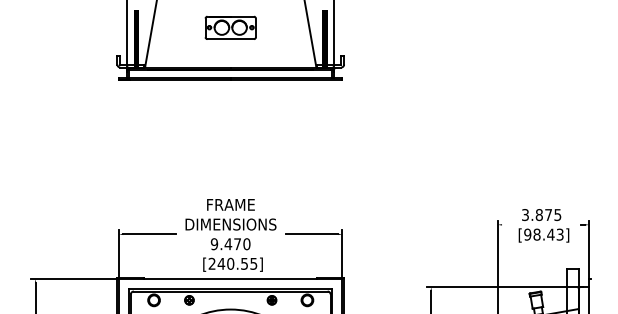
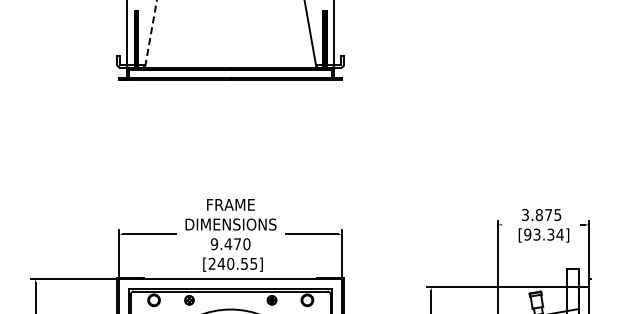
part at (230, 27): present -> none
line at (151, 33): solid -> dashed
text at (548, 234): [98.43] -> [93.34]
